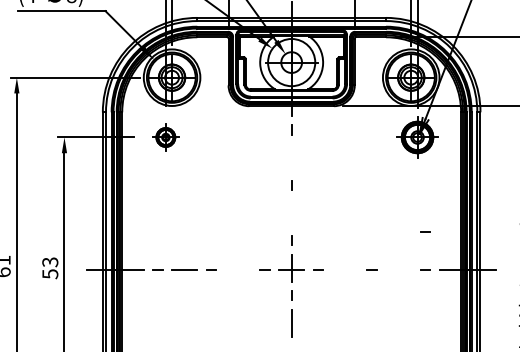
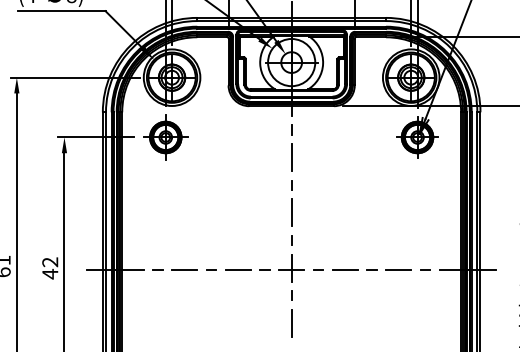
part at (165, 137) size: 28x29 px -> 46x47 px
line at (291, 157): none -> present
line at (291, 212): none -> present
line at (425, 231): present -> none
text at (50, 268): 53 -> 42
line at (237, 269): none -> present
line at (345, 269): none -> present
line at (398, 269): none -> present
